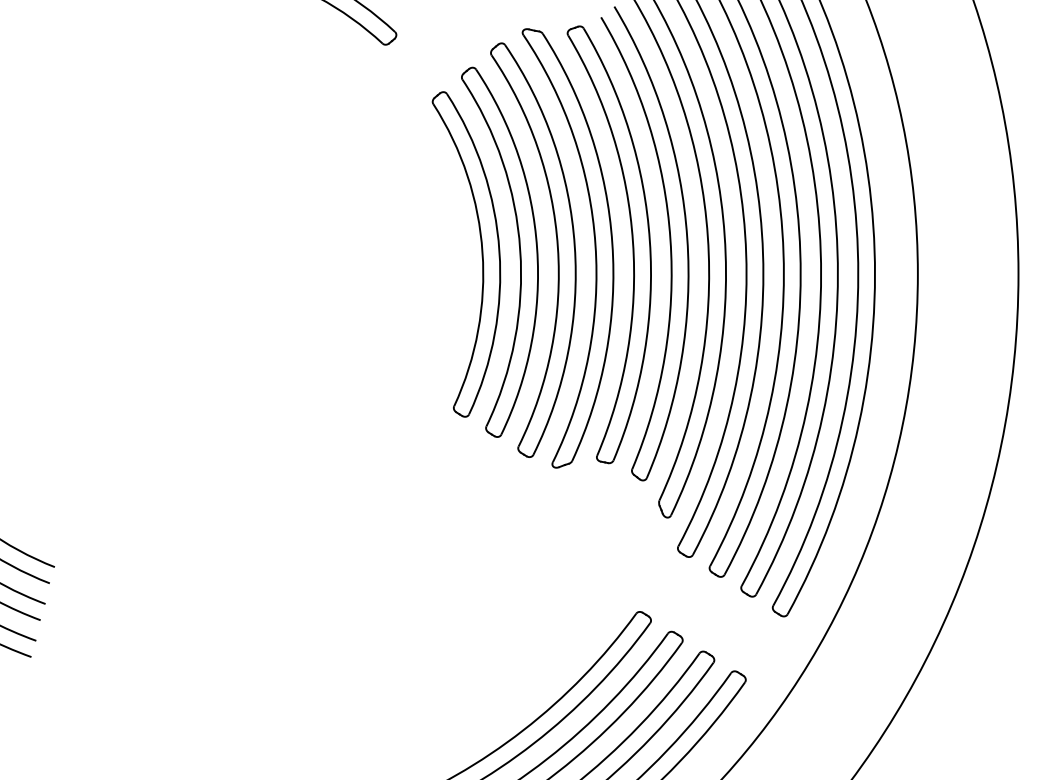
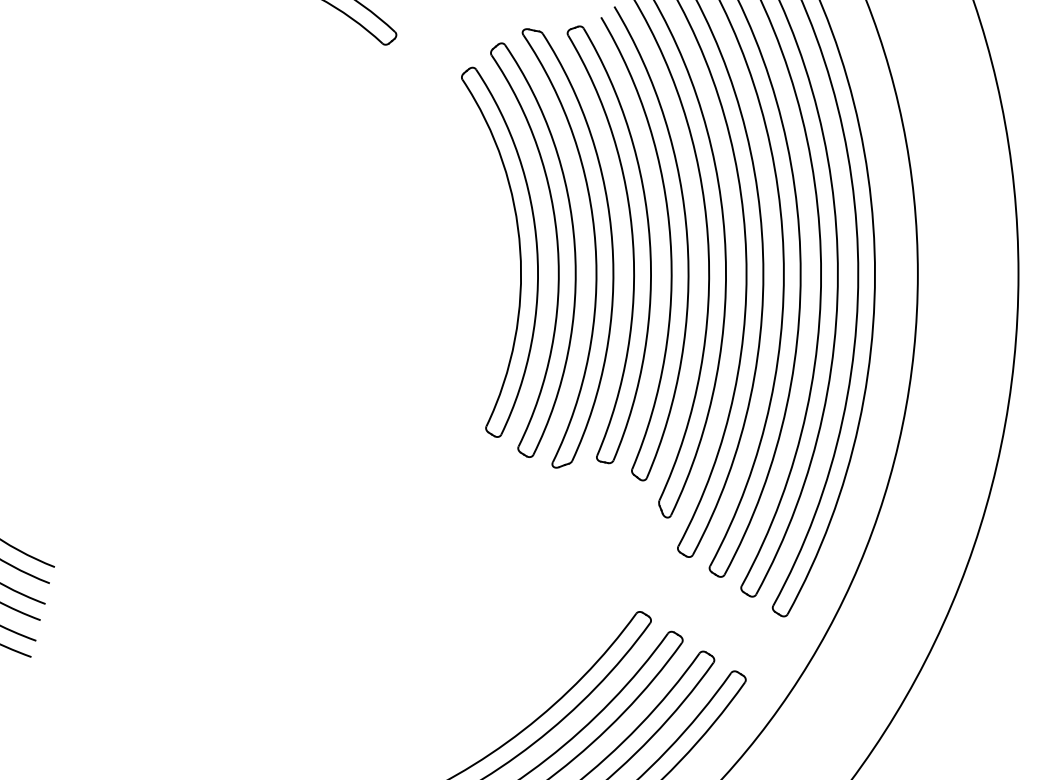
part at (481, 254): present -> none
